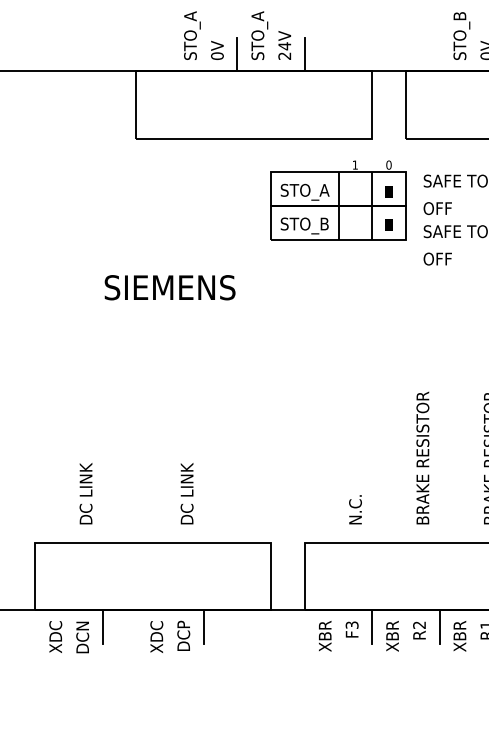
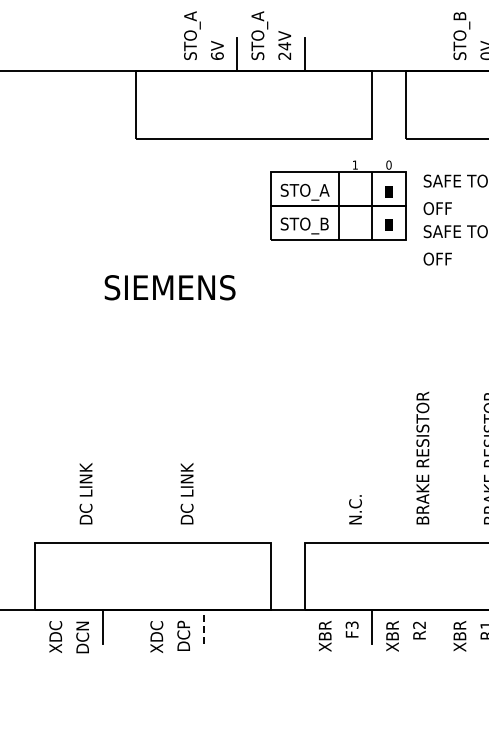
text at (217, 55): 0V -> 6V
line at (203, 626): solid -> dashed
line at (439, 626): present -> none
